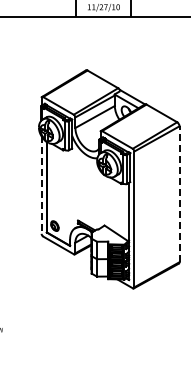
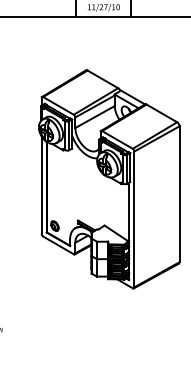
line at (41, 185): dashed -> solid
line at (179, 194): dashed -> solid
